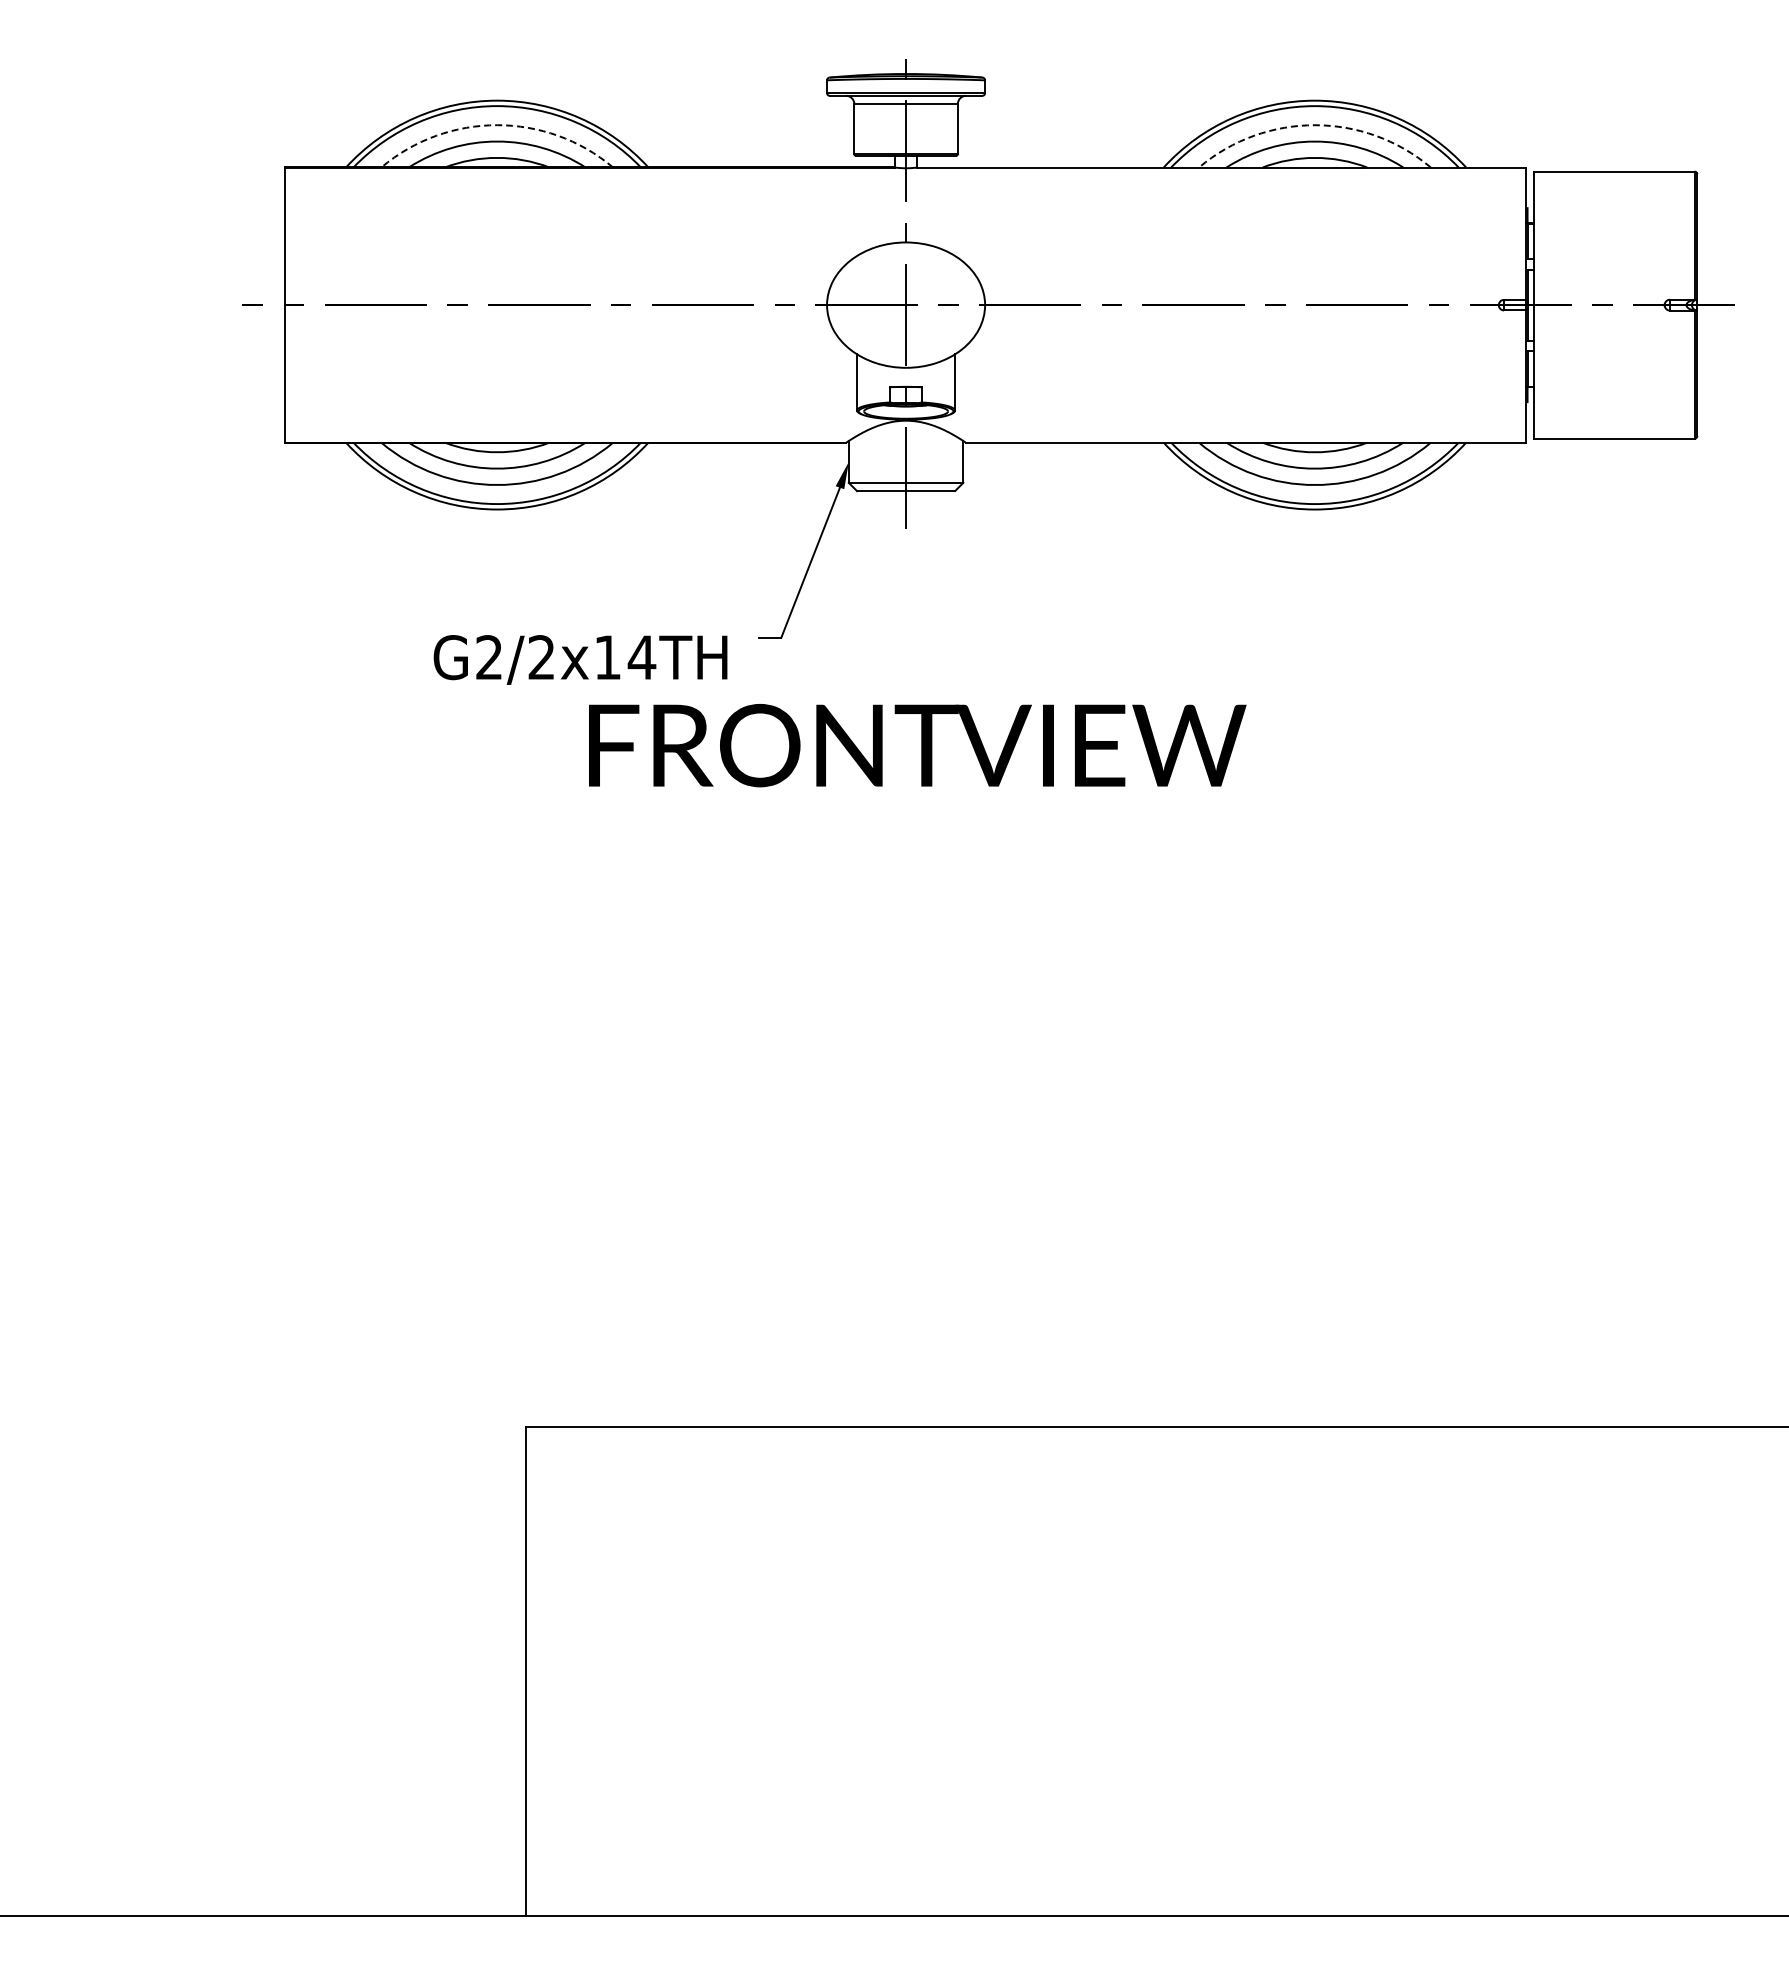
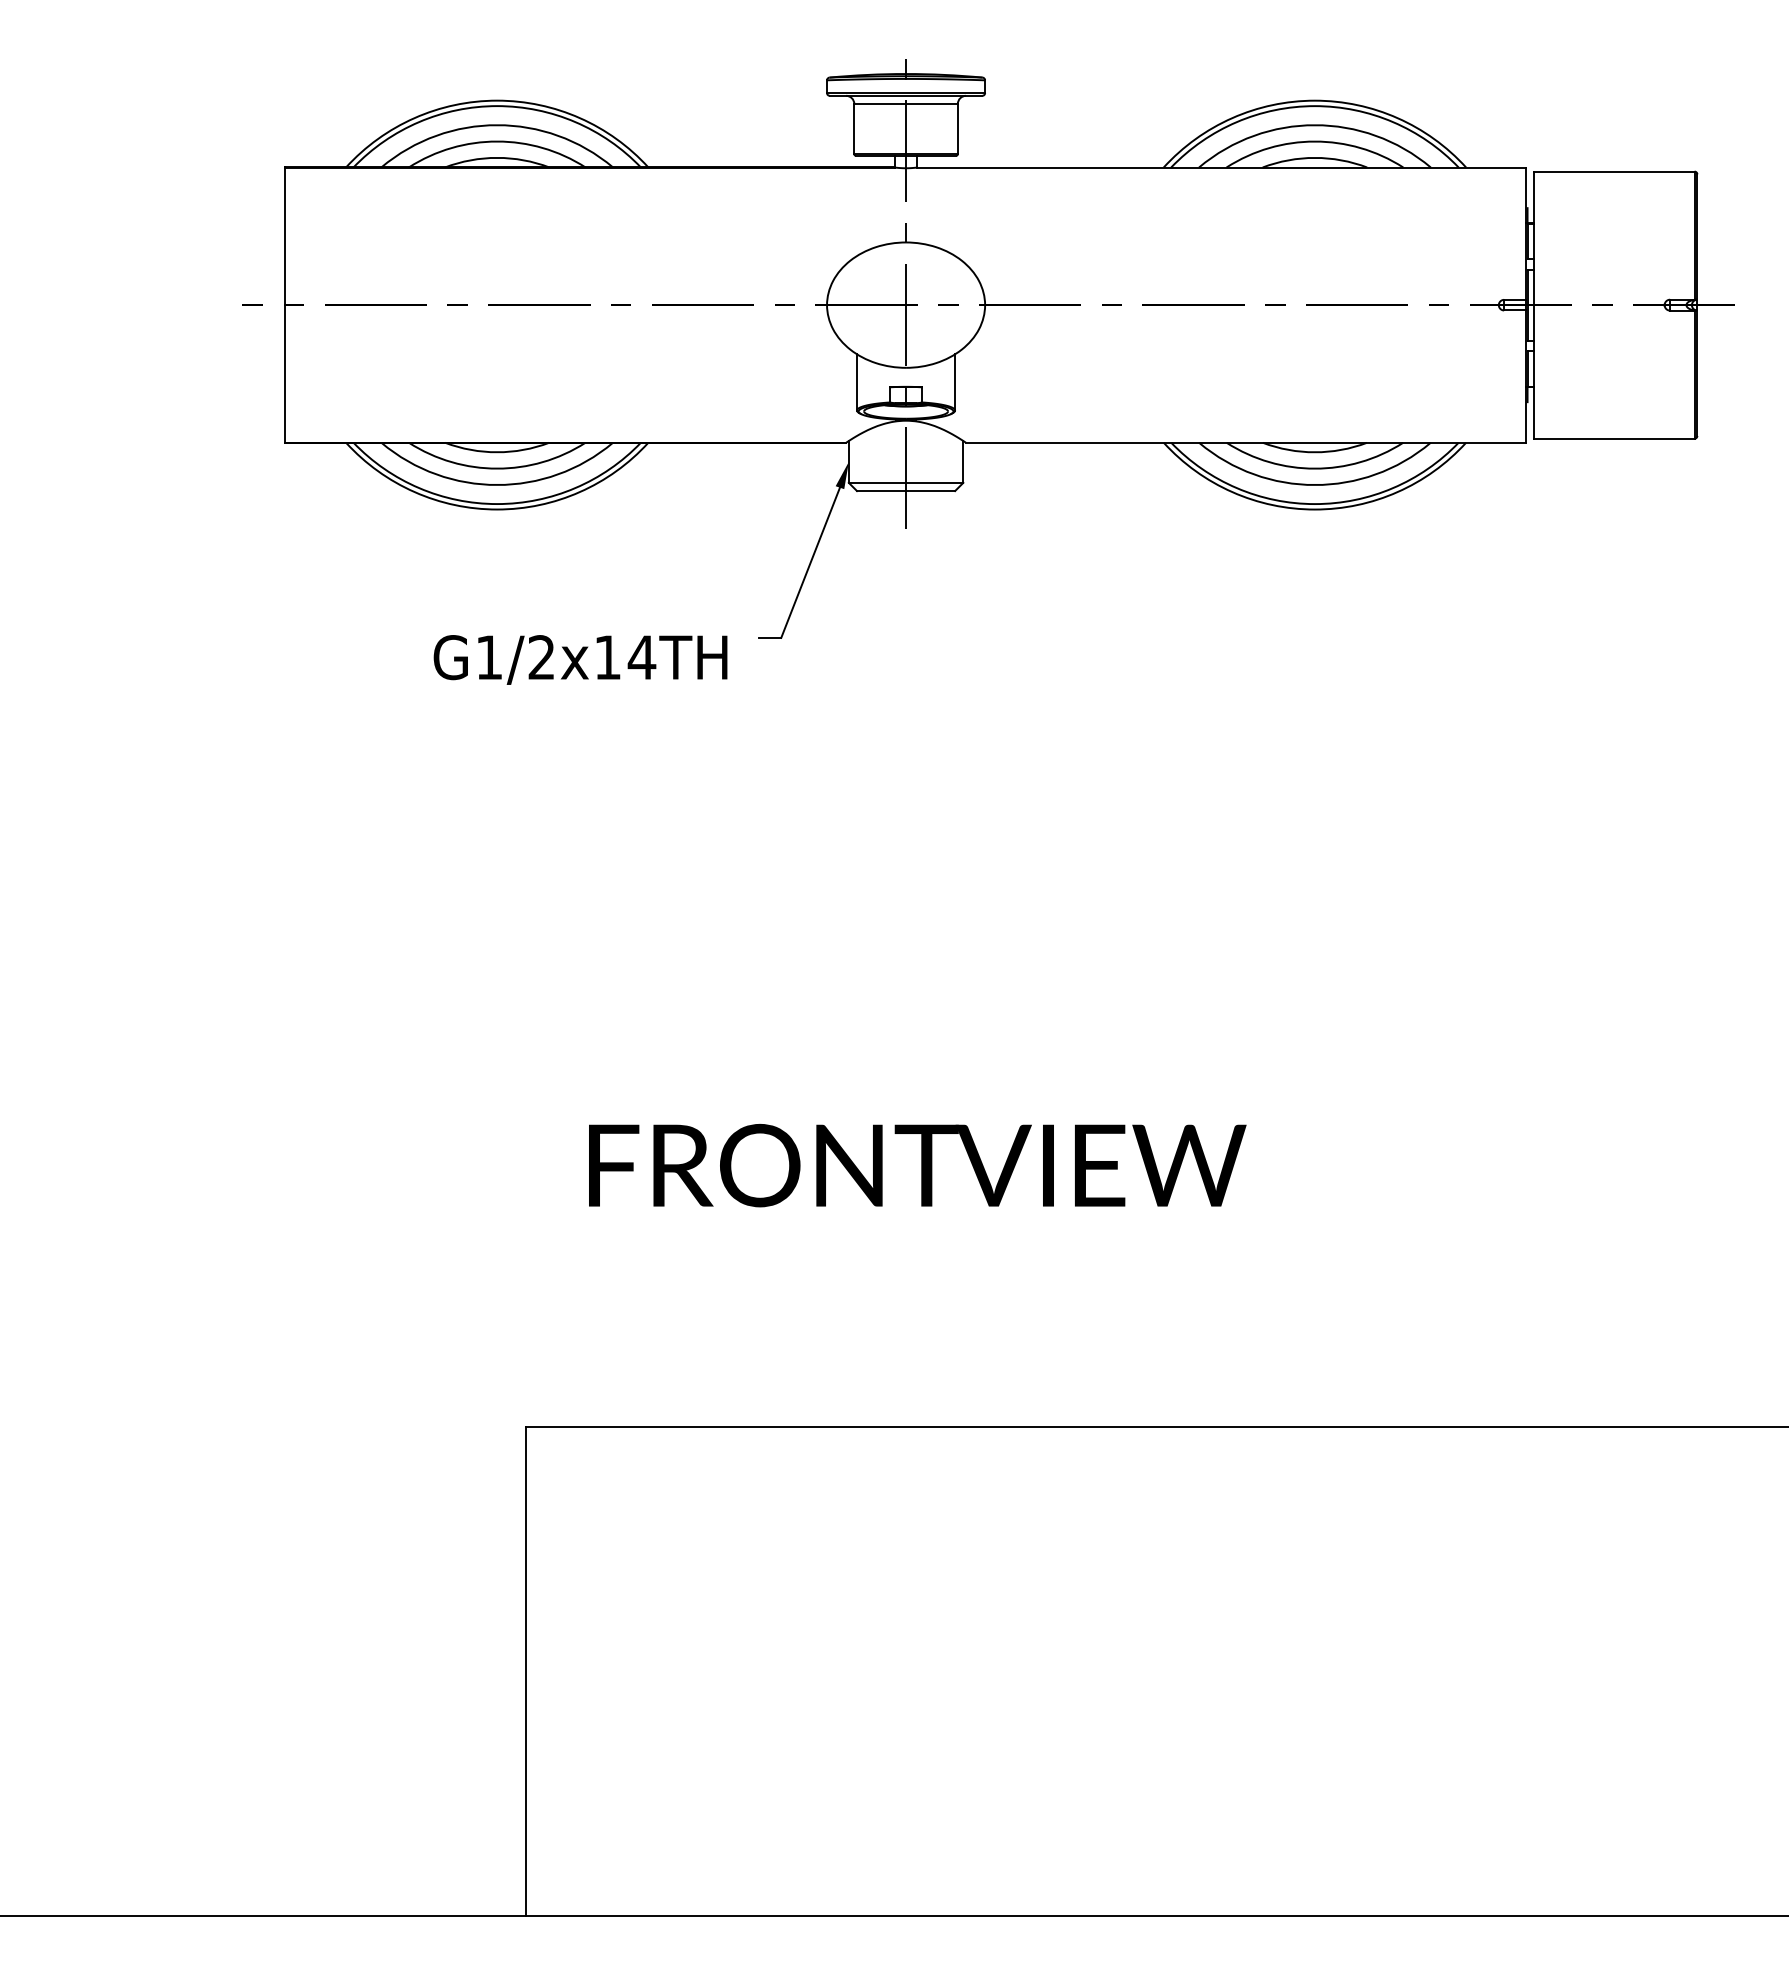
arc at (497, 125): dashed -> solid
arc at (1314, 125): dashed -> solid
text at (488, 657): G2/2x14TH -> G1/2x14TH
text at (917, 745) position: (917, 745) -> (917, 1165)
